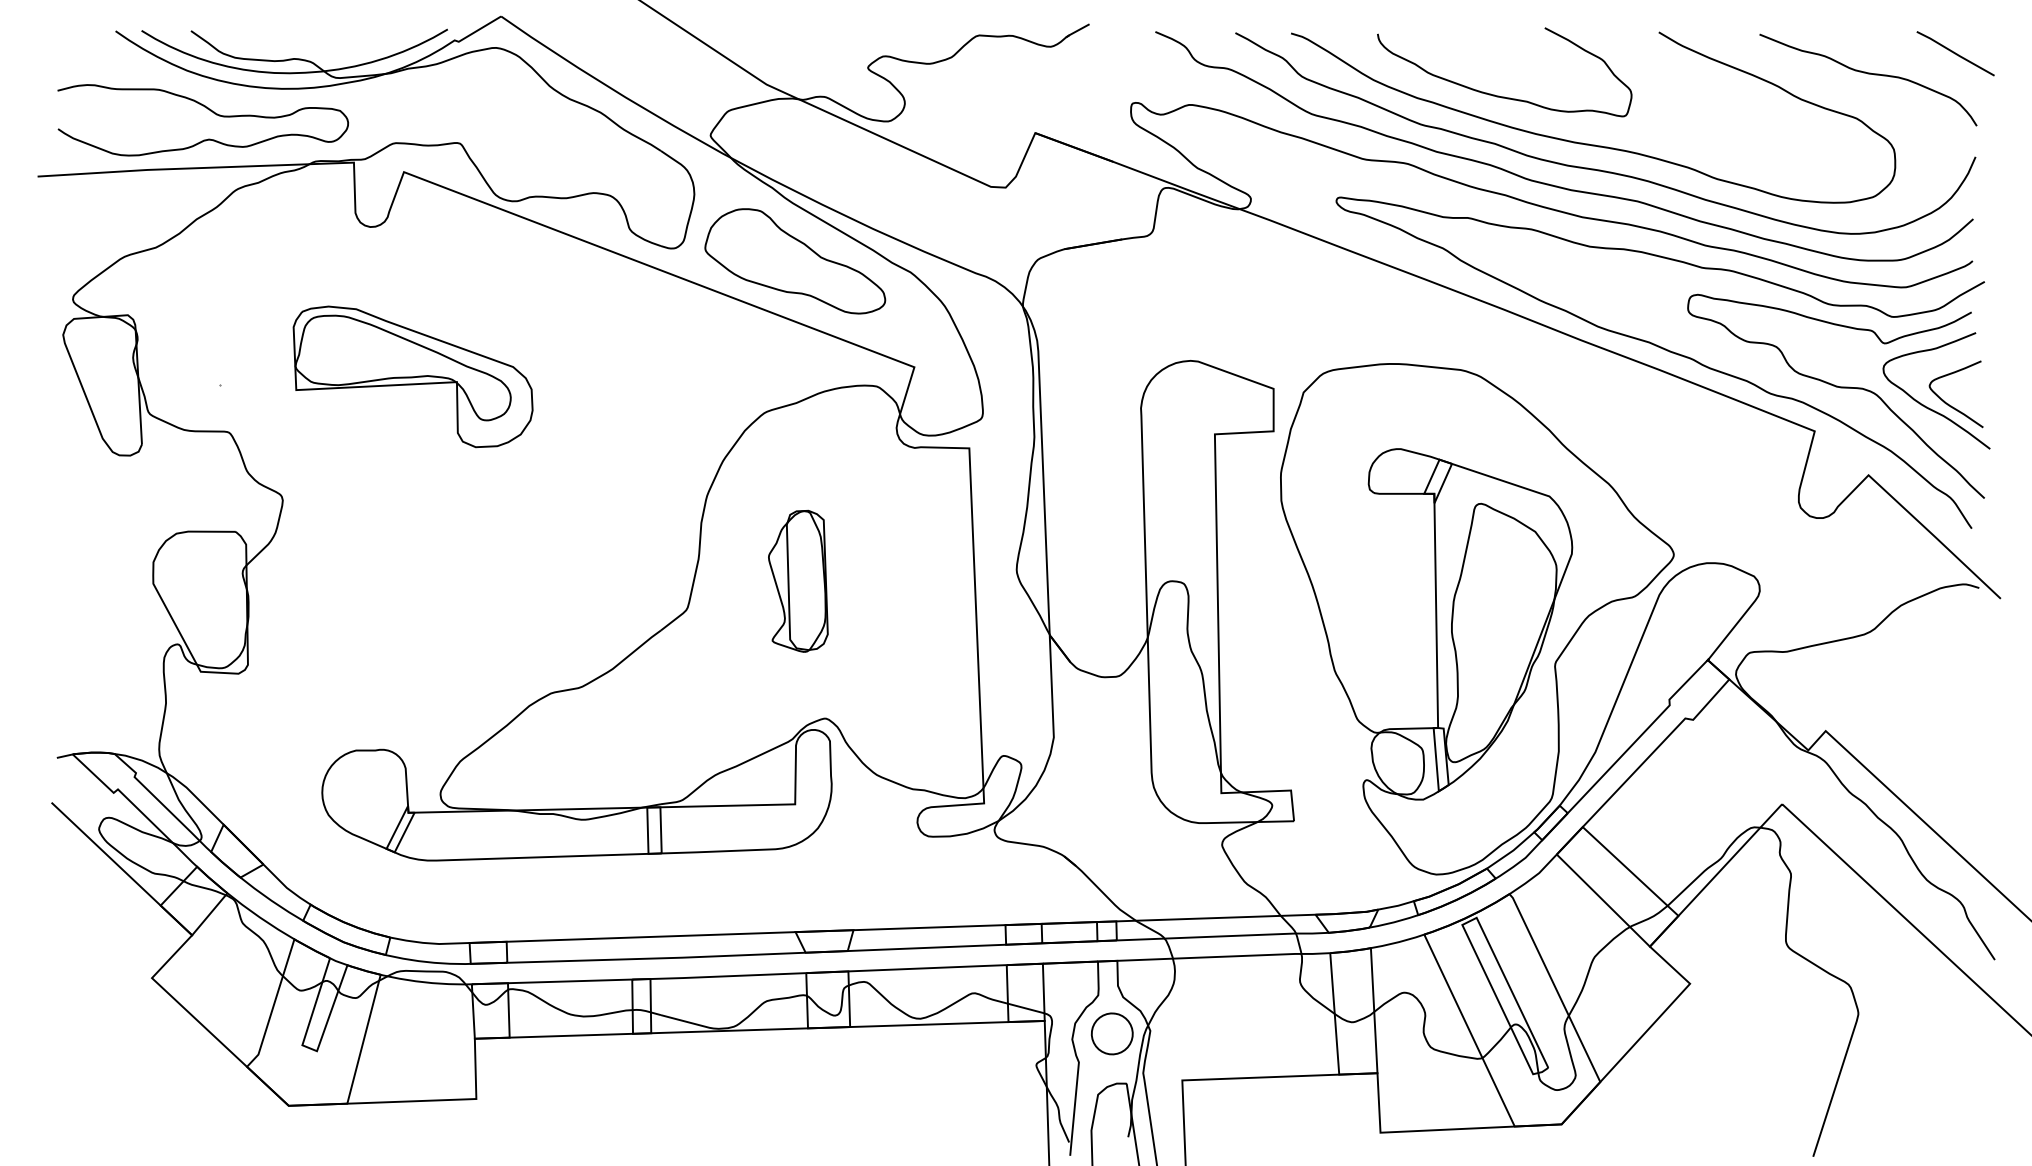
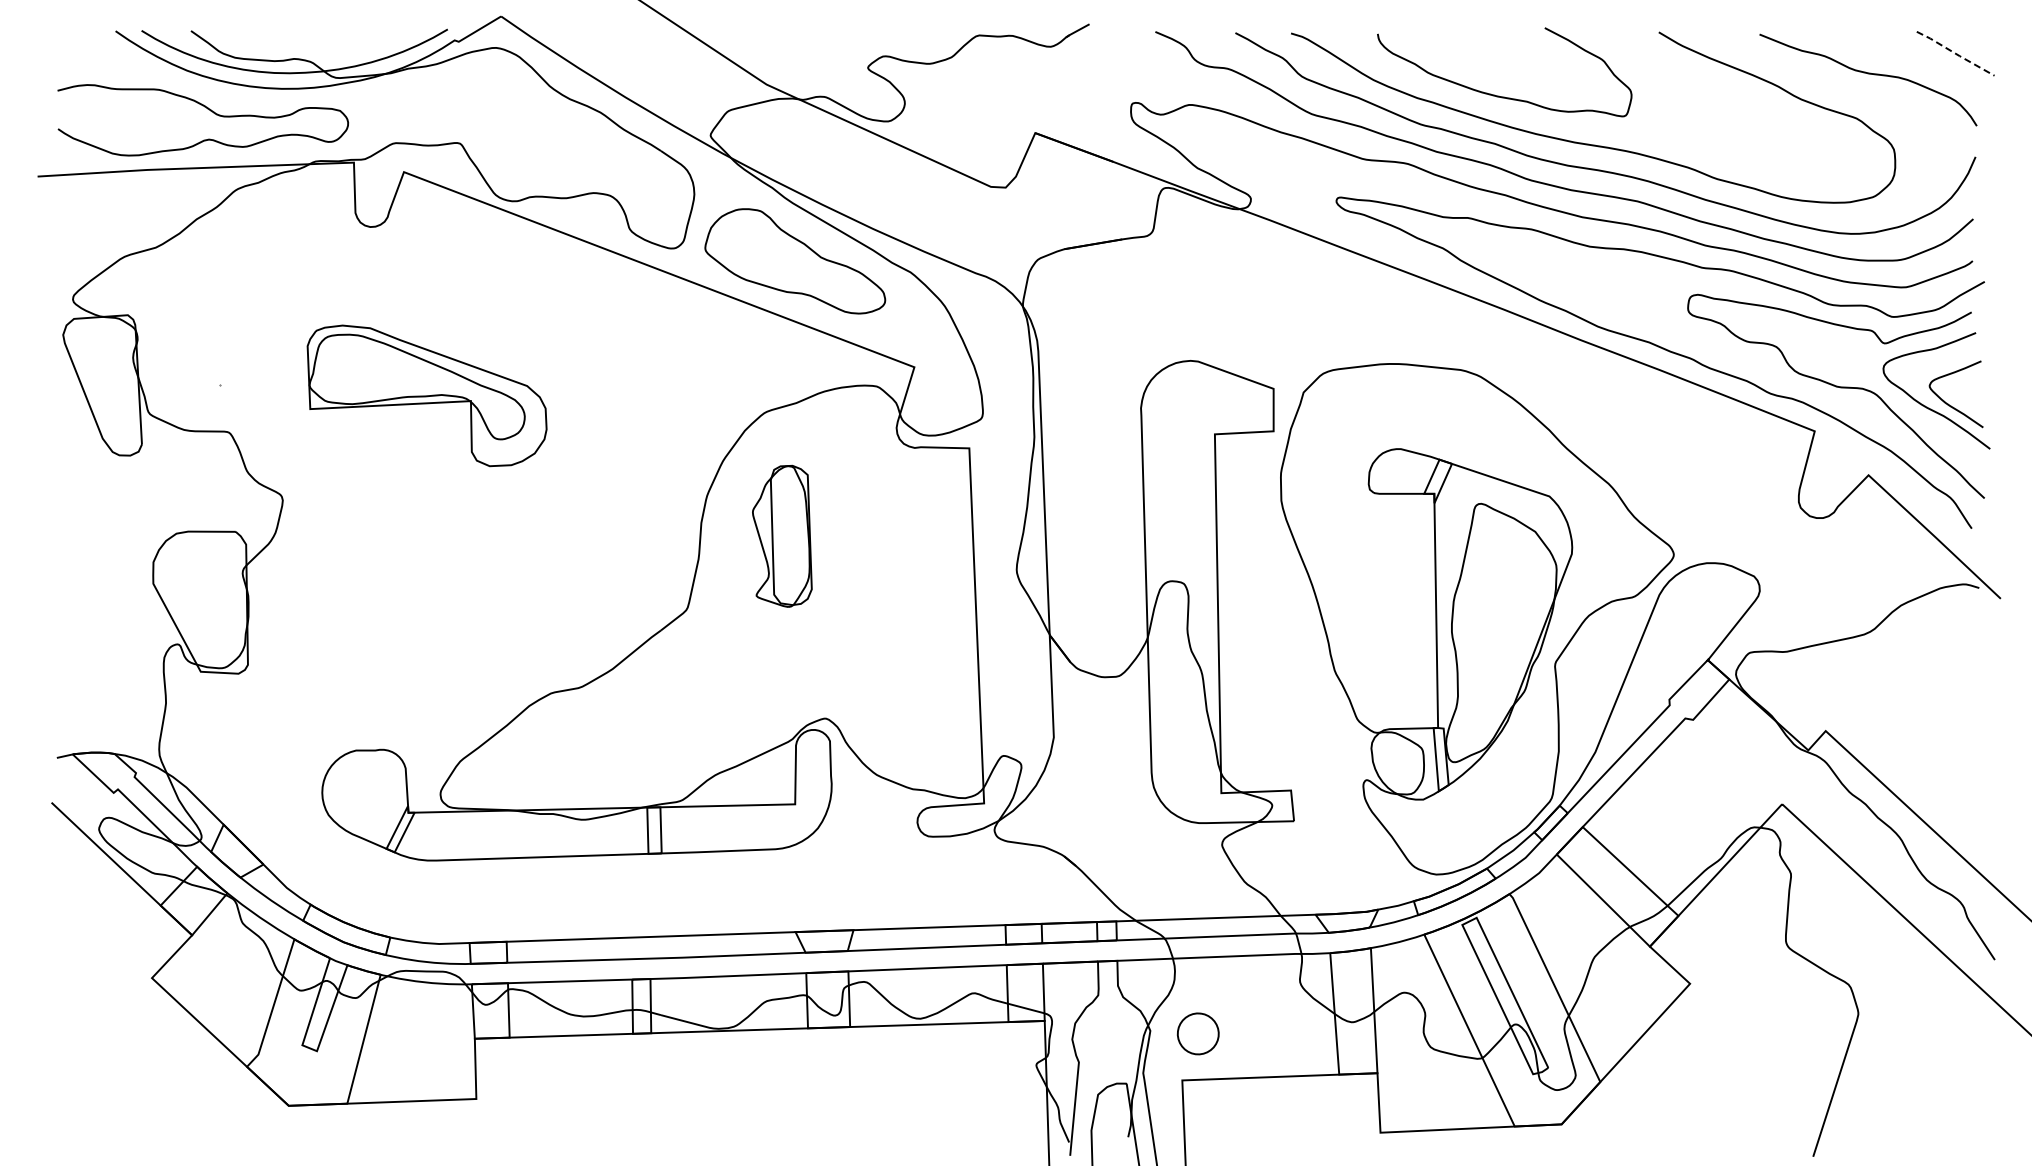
line at (1955, 53): solid -> dashed
part at (412, 376) position: (412, 376) -> (426, 395)
part at (798, 580) position: (798, 580) -> (782, 535)
part at (1111, 1033) position: (1111, 1033) -> (1197, 1033)
